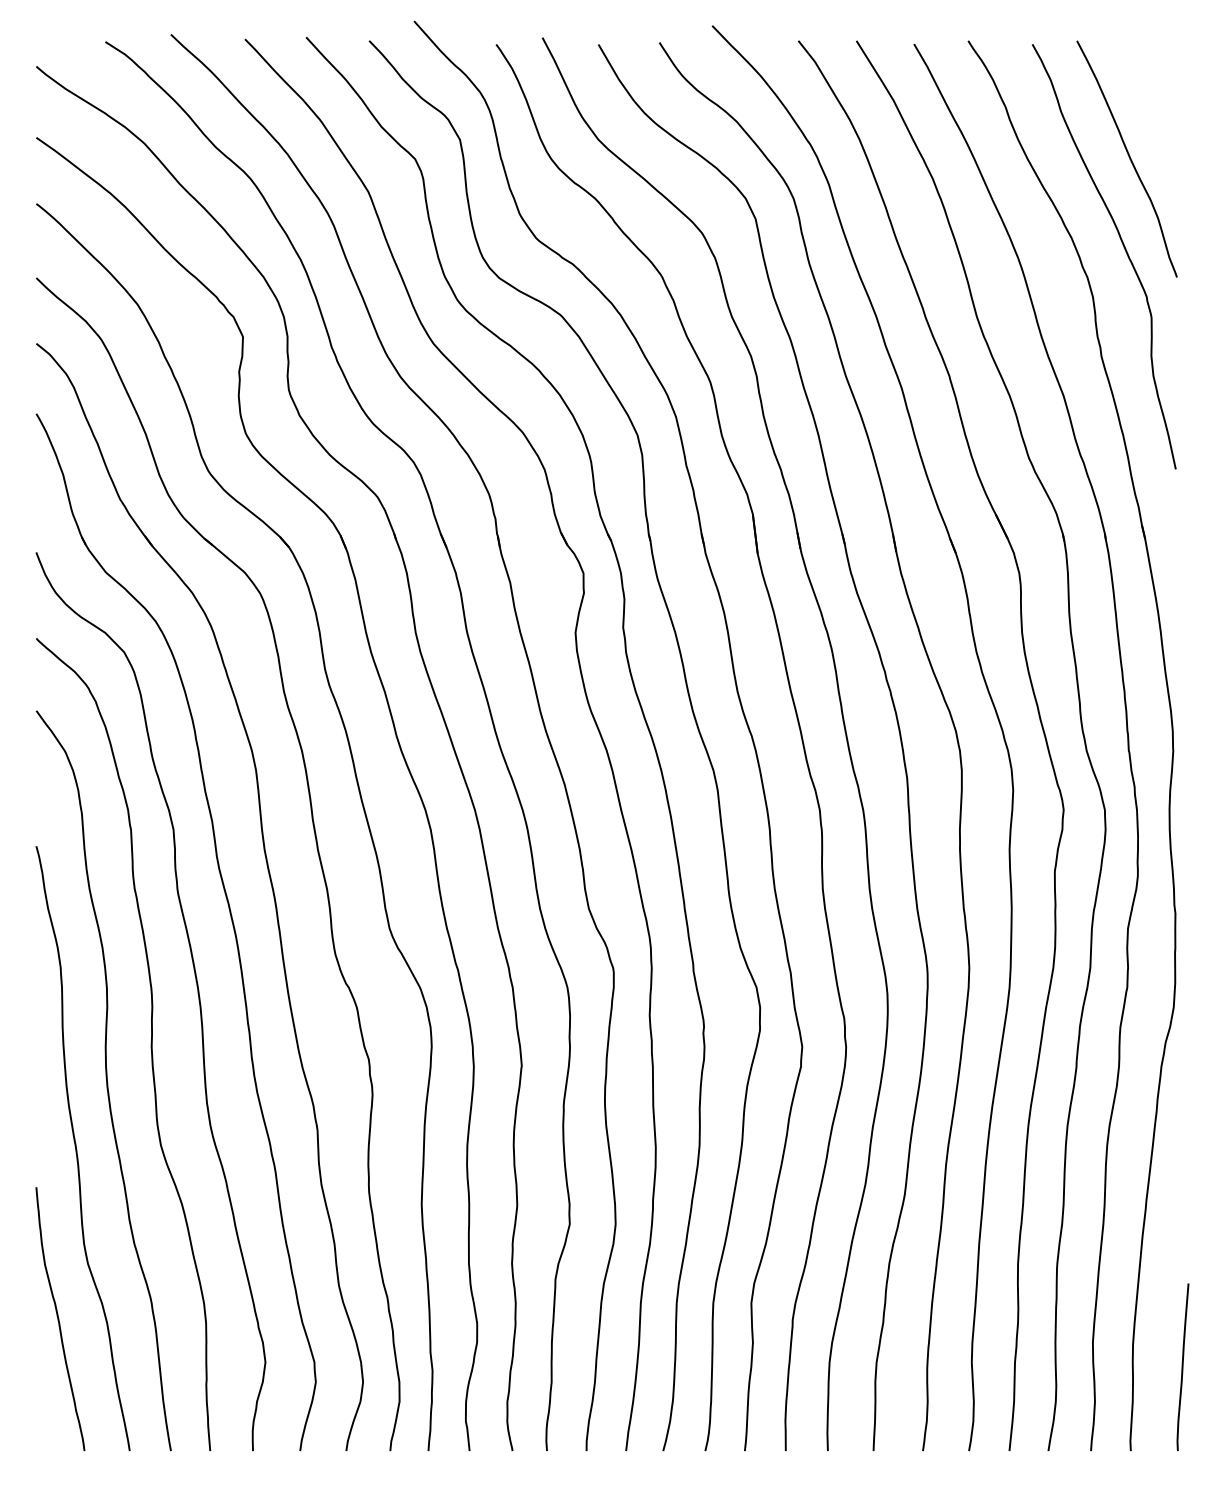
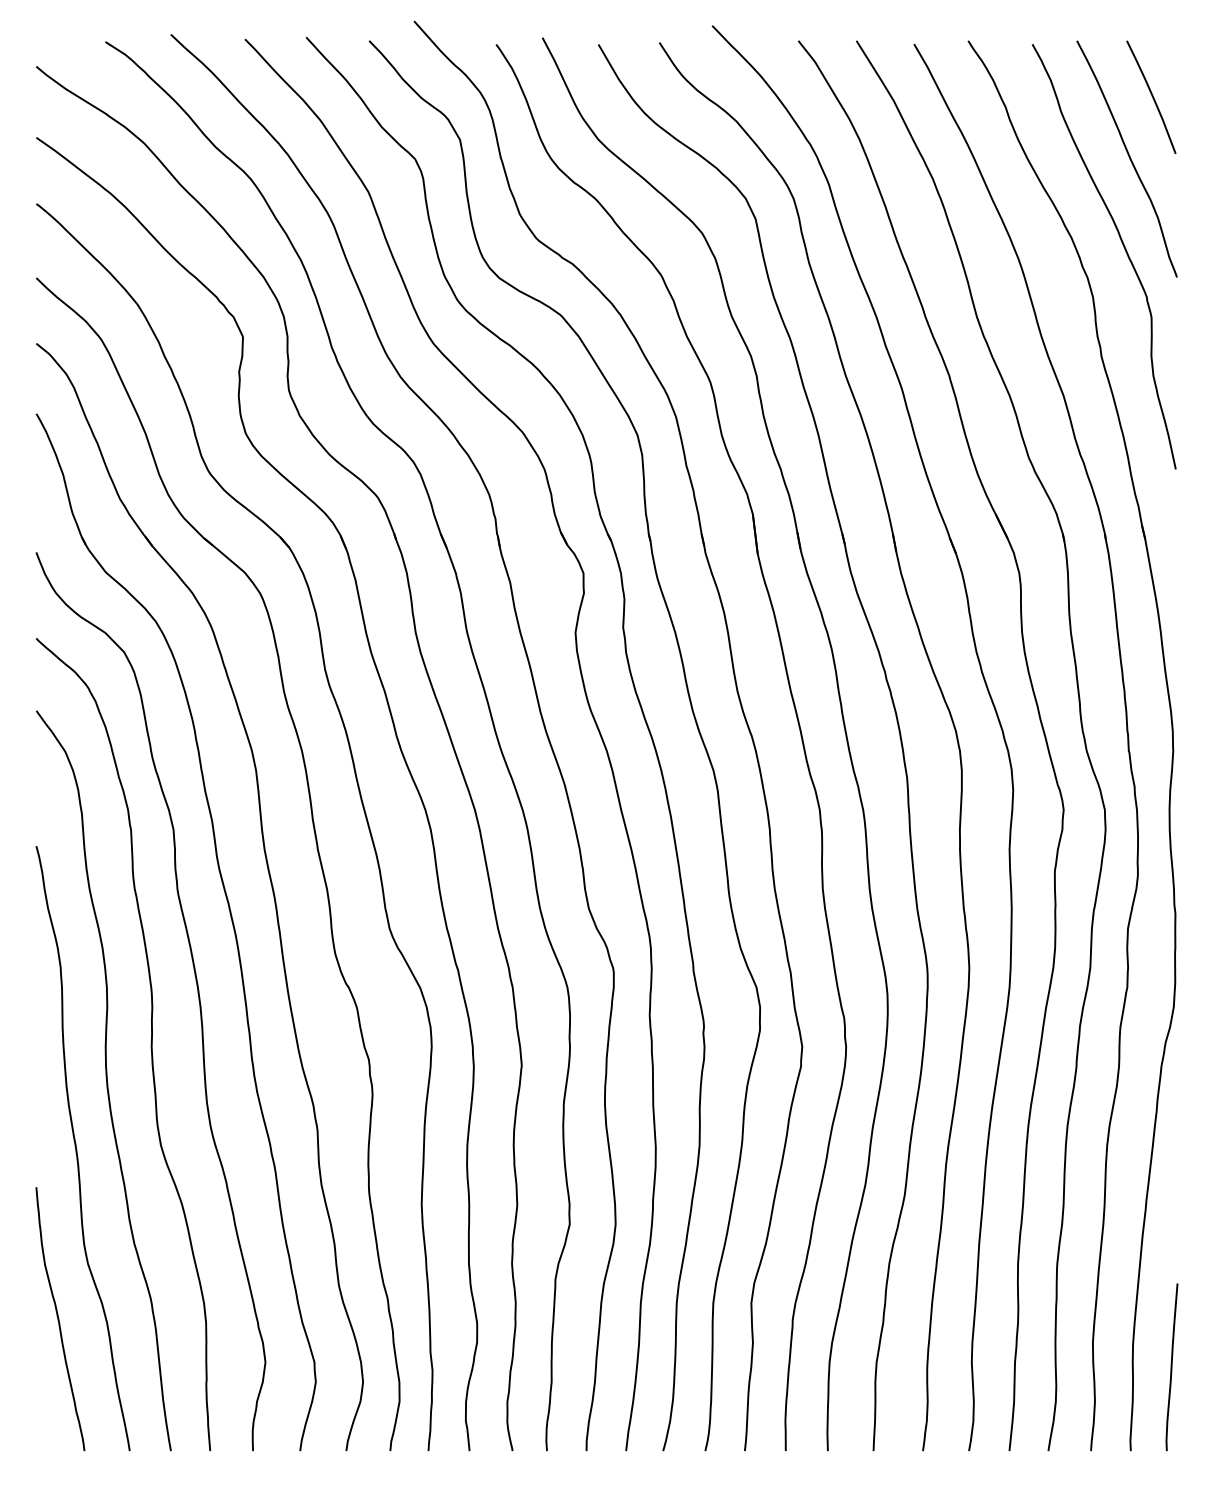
curve at (1151, 96): none -> present
line at (1182, 1367) position: (1182, 1367) -> (1171, 1367)
